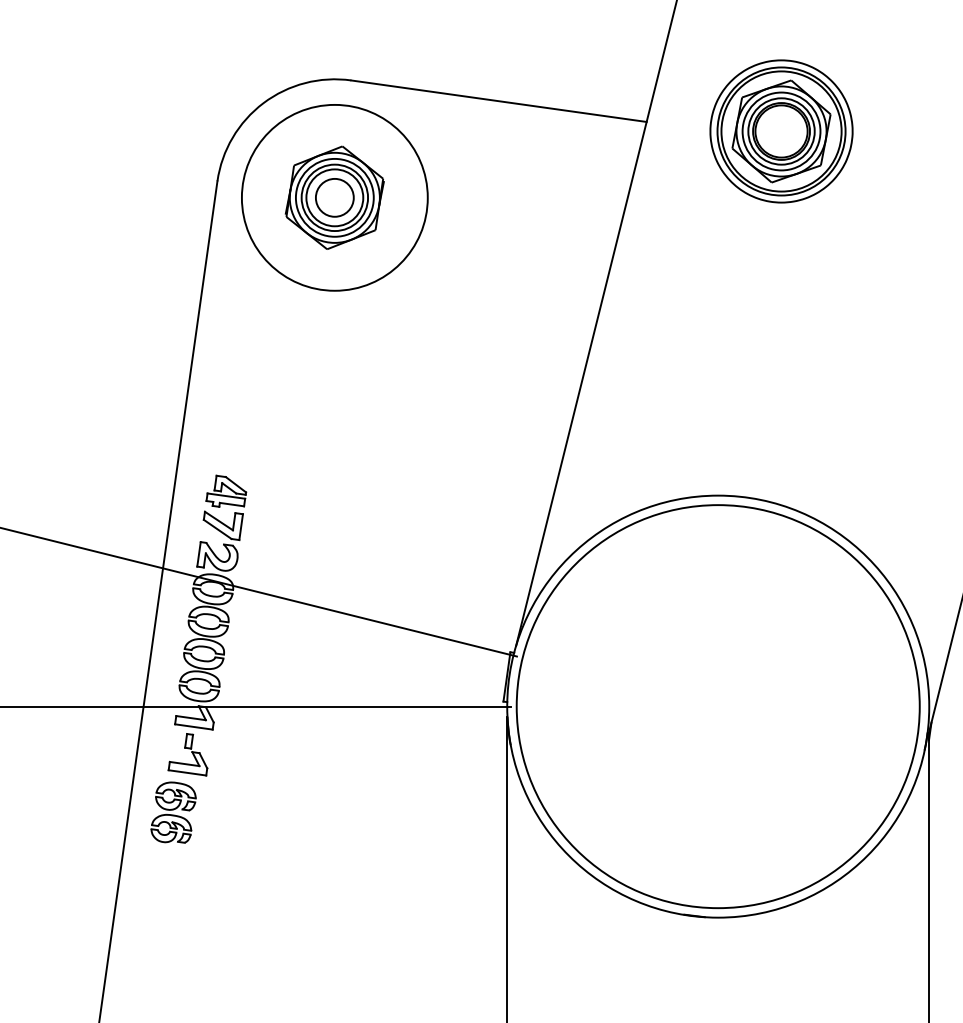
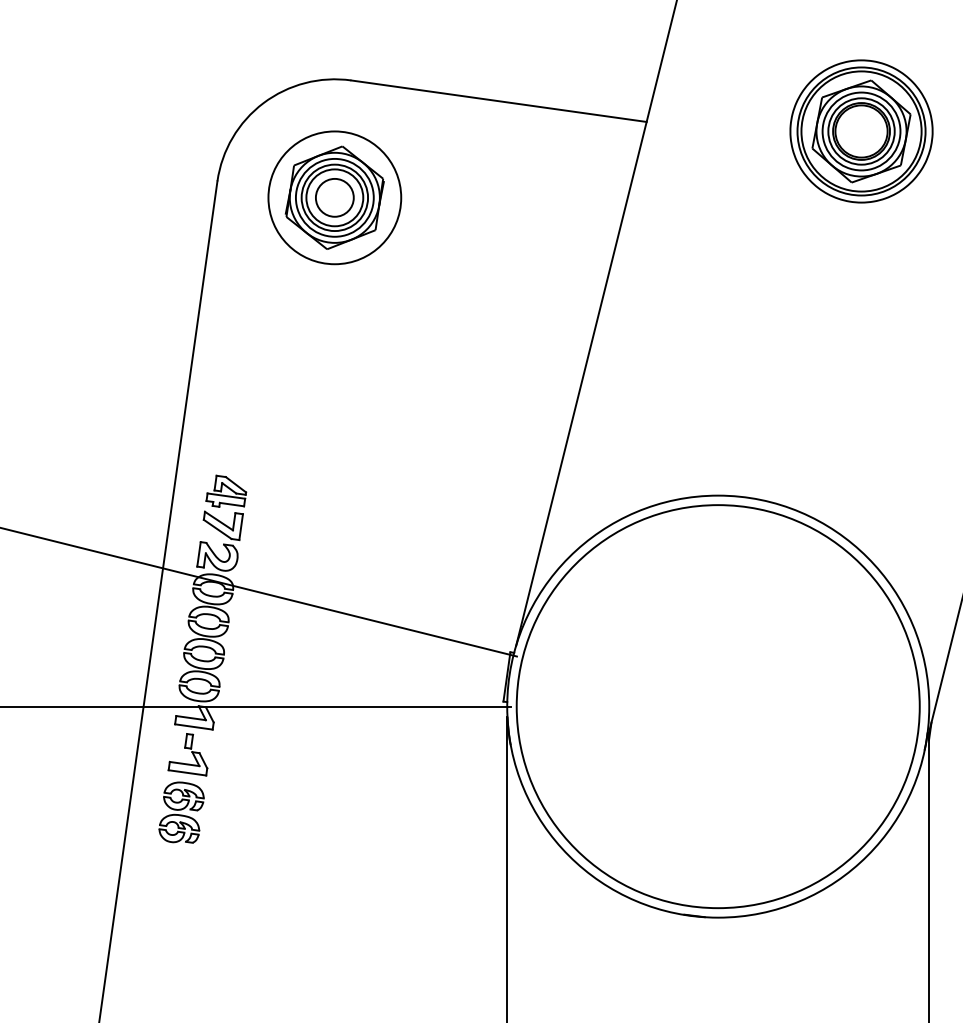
part at (781, 131) position: (781, 131) -> (861, 131)
circle at (334, 197) diameter: 186 px -> 133 px
part at (173, 812) position: (173, 812) -> (181, 812)
